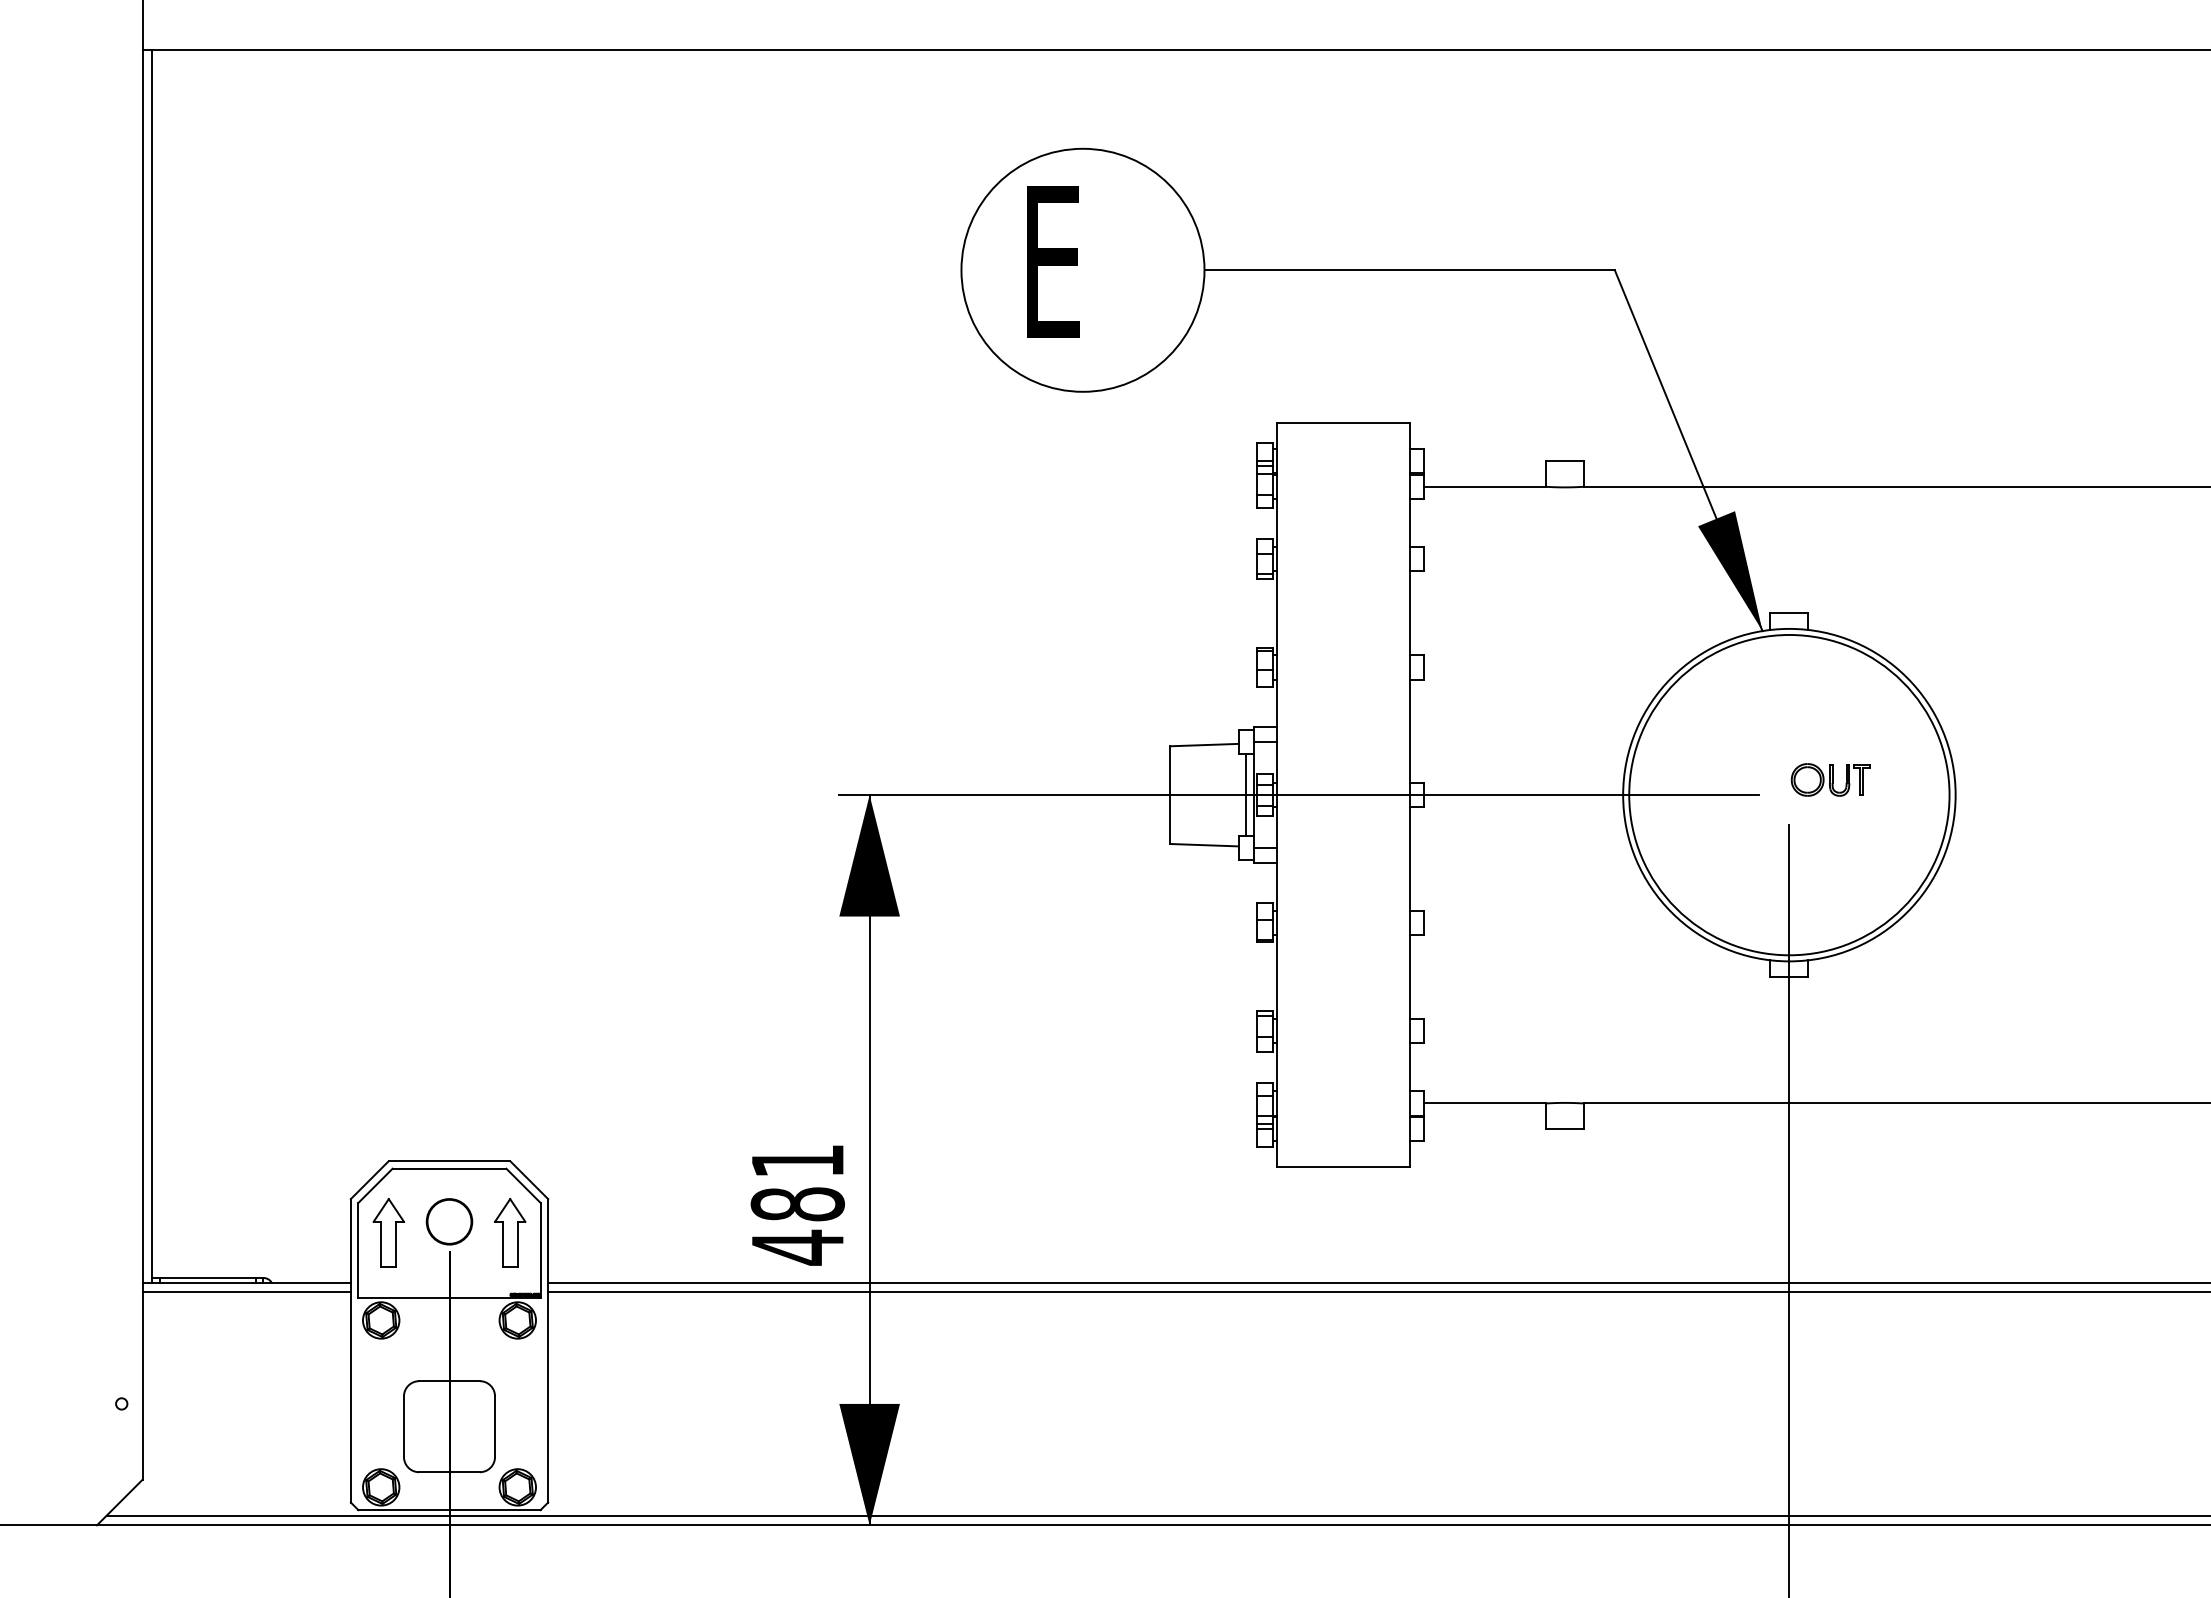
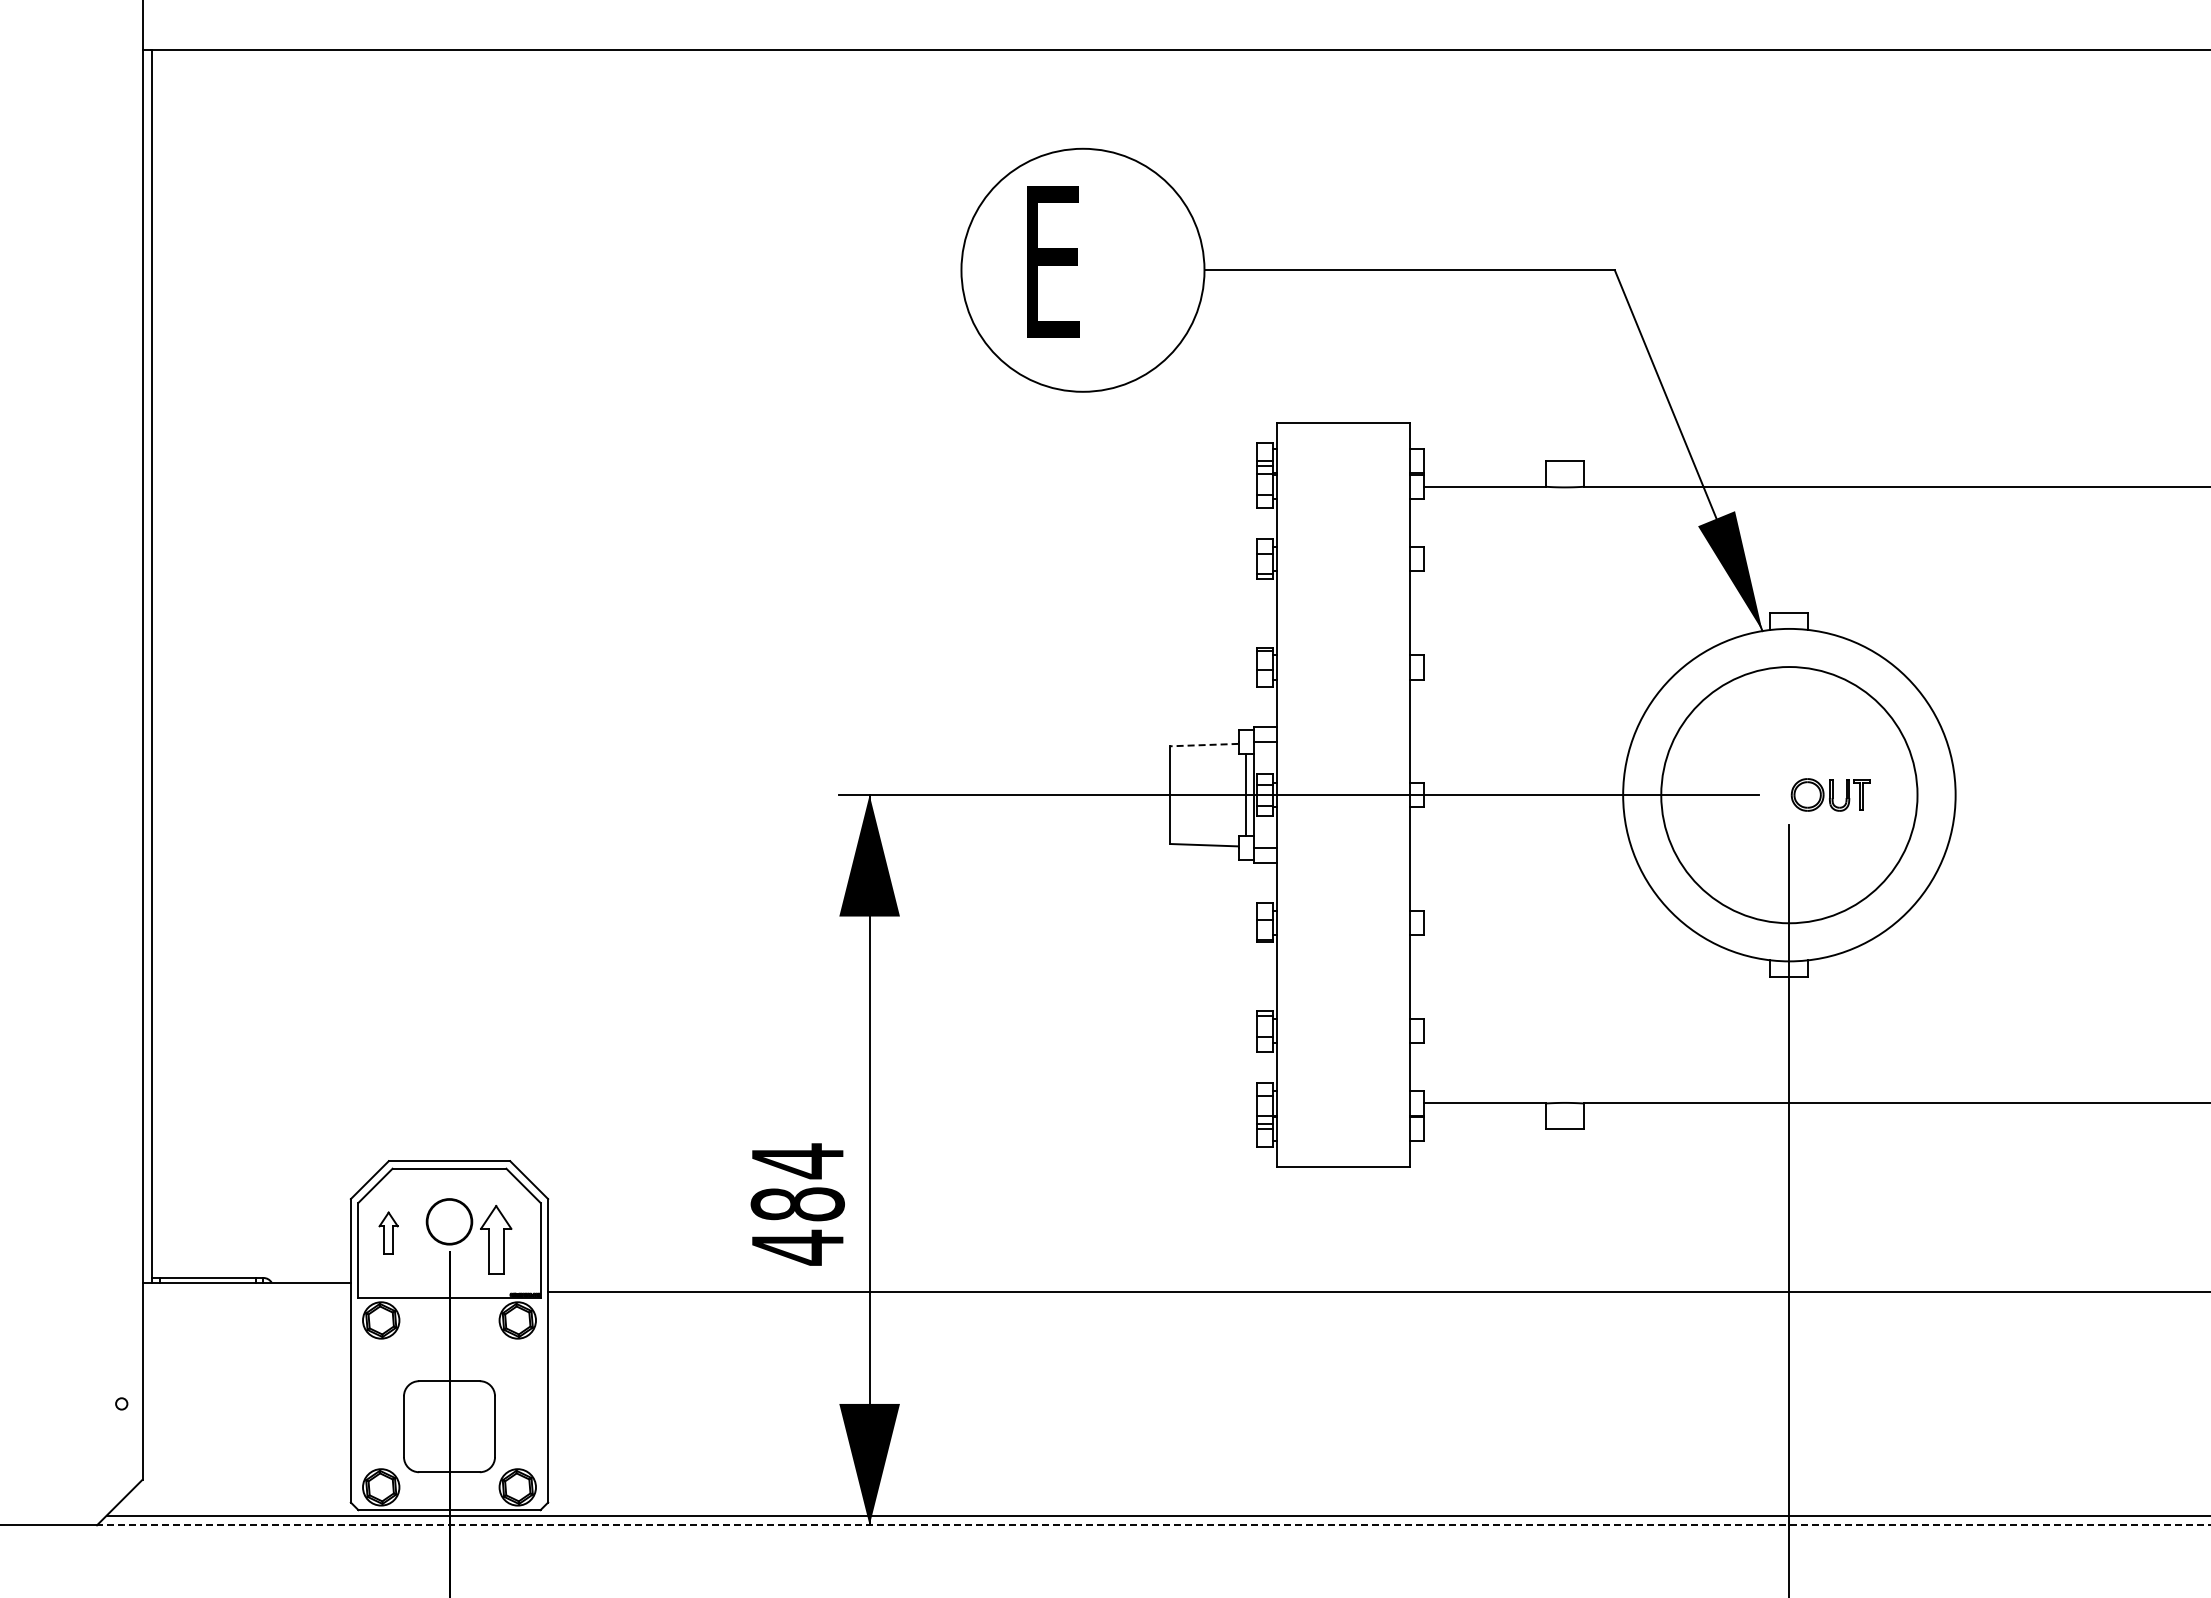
line at (1203, 745): solid -> dashed
part at (1830, 779) position: (1830, 779) -> (1830, 794)
circle at (1789, 794) diameter: 320 px -> 256 px
text at (797, 1161): 481 -> 484
part at (388, 1232) size: 33x70 px -> 21x44 px
part at (510, 1232) position: (510, 1232) -> (496, 1239)
line at (1377, 1282): present -> none
line at (246, 1292): present -> none
line at (1153, 1525): solid -> dashed
